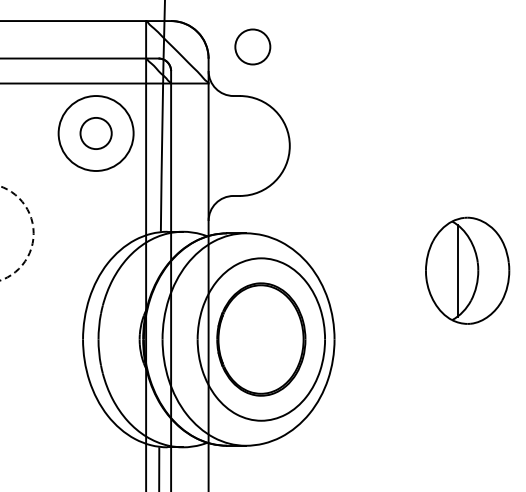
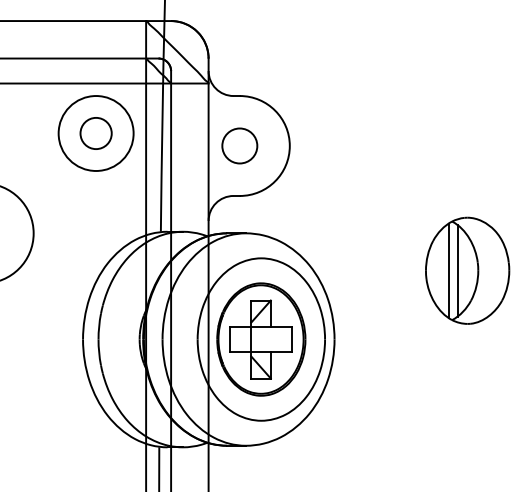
circle at (252, 46) position: (252, 46) -> (239, 145)
arc at (33, 233): dashed -> solid
line at (448, 270): none -> present
part at (260, 339): none -> present
